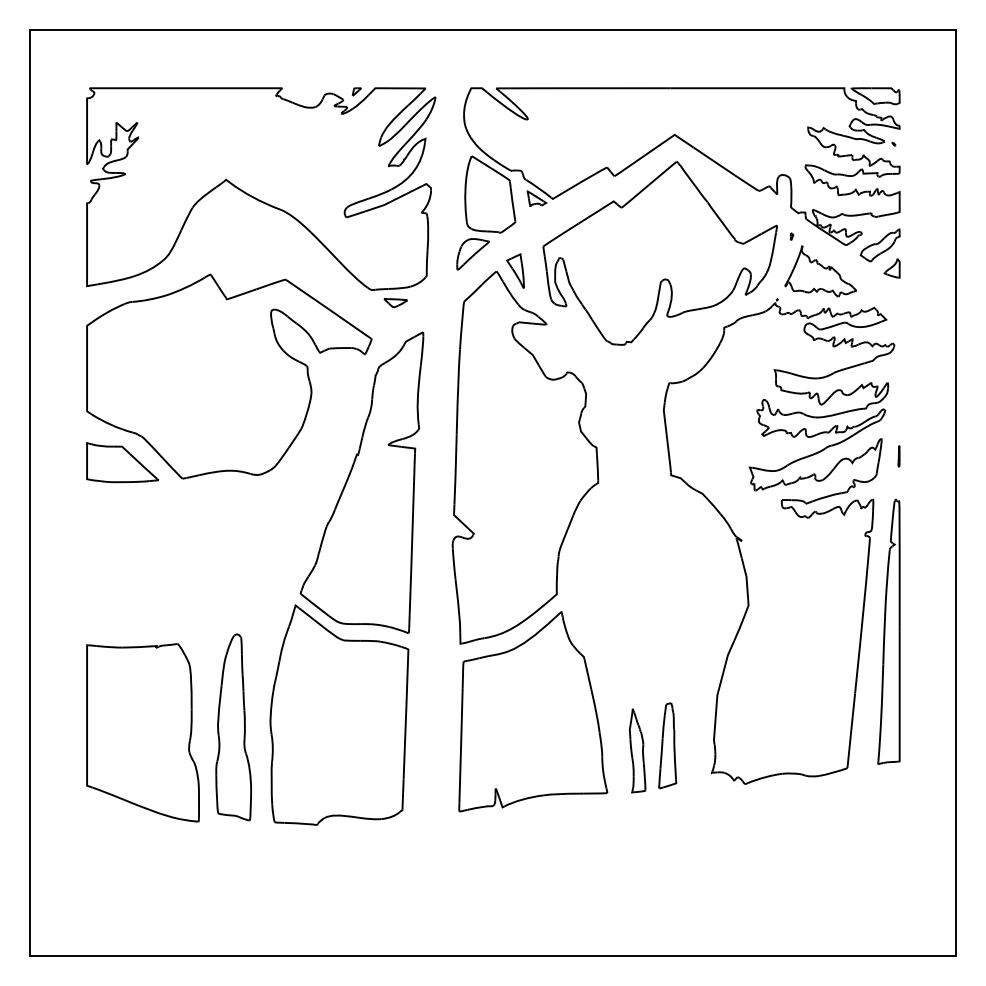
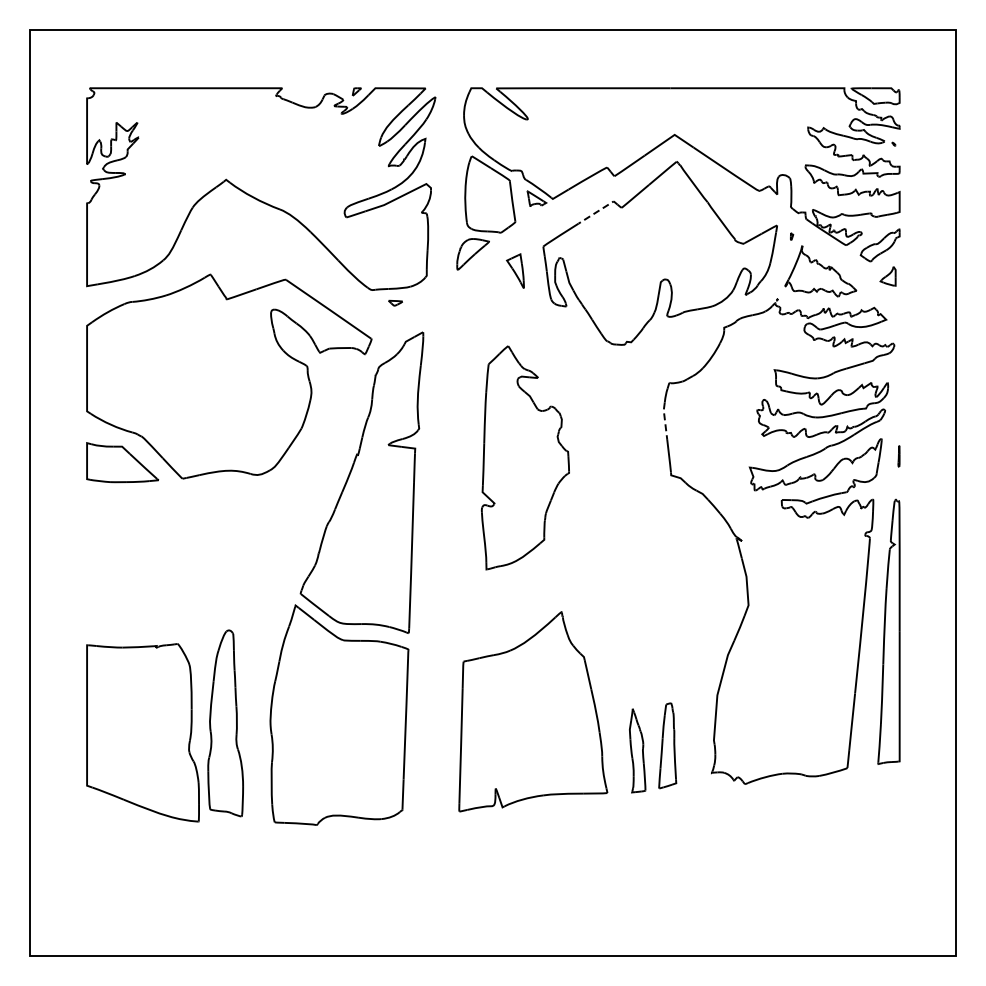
line at (598, 210): solid -> dashed
part at (891, 268) position: (891, 268) -> (887, 276)
part at (395, 303) size: 25x11 px -> 15x8 px
line at (665, 421): solid -> dashed
part at (525, 457) size: 149x374 px -> 90x226 px
part at (233, 727) position: (233, 727) -> (225, 723)
